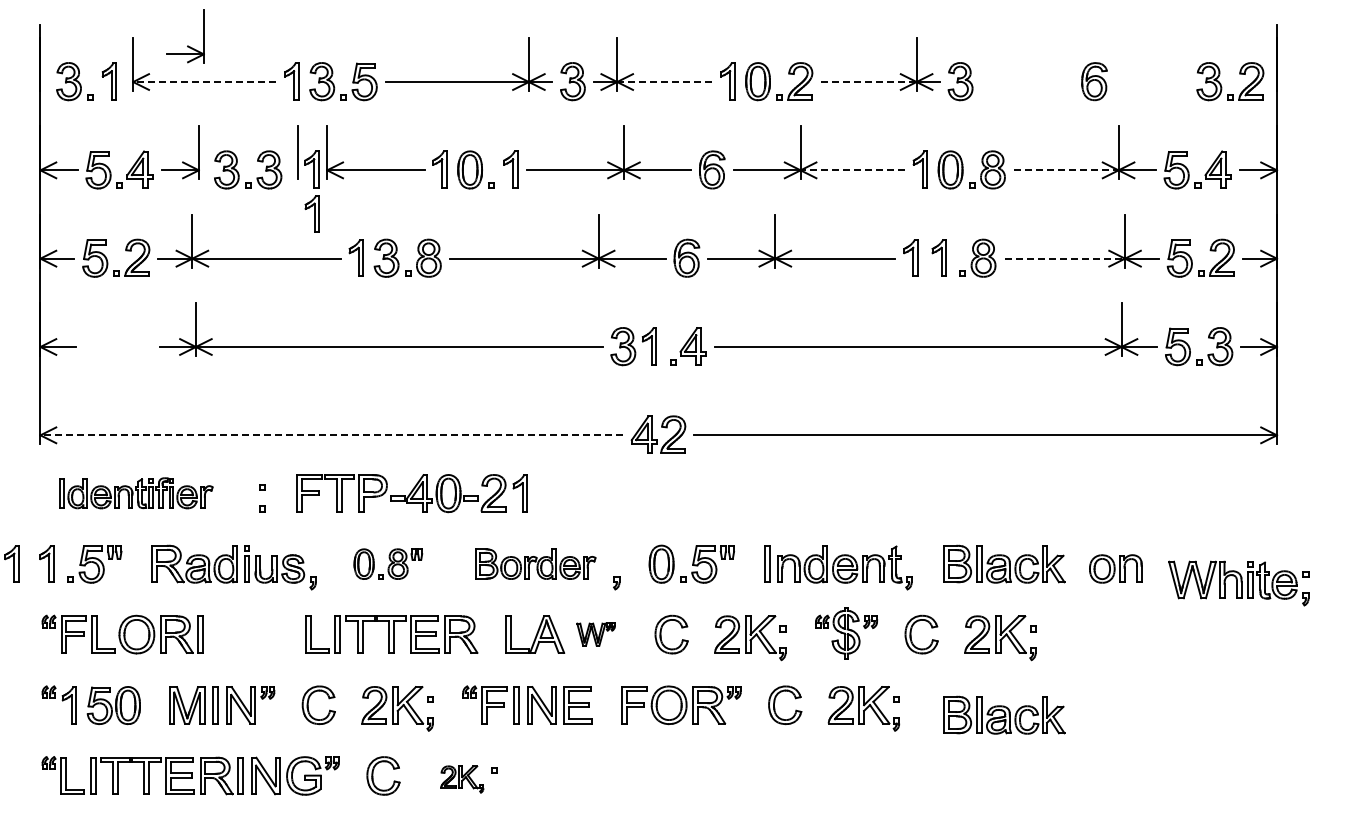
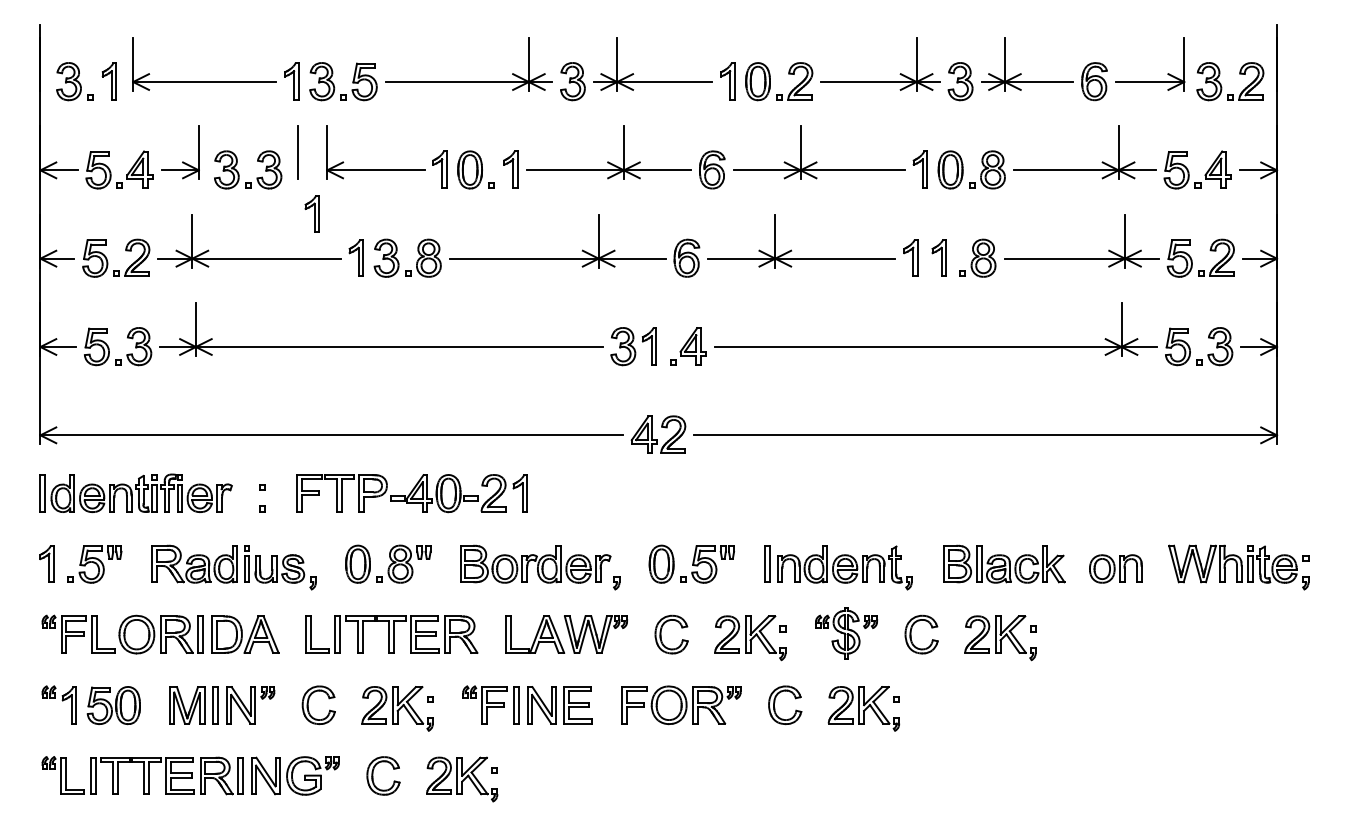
part at (187, 45): present -> none
part at (1021, 73): none -> present
part at (1150, 81): none -> present
line at (204, 82): dashed -> solid
line at (664, 82): dashed -> solid
line at (869, 82): dashed -> solid
part at (311, 169): present -> none
line at (852, 170): dashed -> solid
line at (1066, 170): dashed -> solid
line at (1065, 258): dashed -> solid
part at (109, 347): none -> present
line at (331, 435): dashed -> solid
part at (136, 493) size: 155x33 px -> 194x40 px
part at (11, 563): present -> none
part at (388, 563) size: 71x32 px -> 87x40 px
part at (535, 563) size: 122x32 px -> 152x40 px
part at (1238, 583) position: (1238, 583) -> (1238, 567)
part at (245, 634): none -> present
part at (595, 634) size: 40x25 px -> 64x39 px
part at (1004, 714): present -> none
part at (462, 779) size: 45x29 px -> 73x47 px
